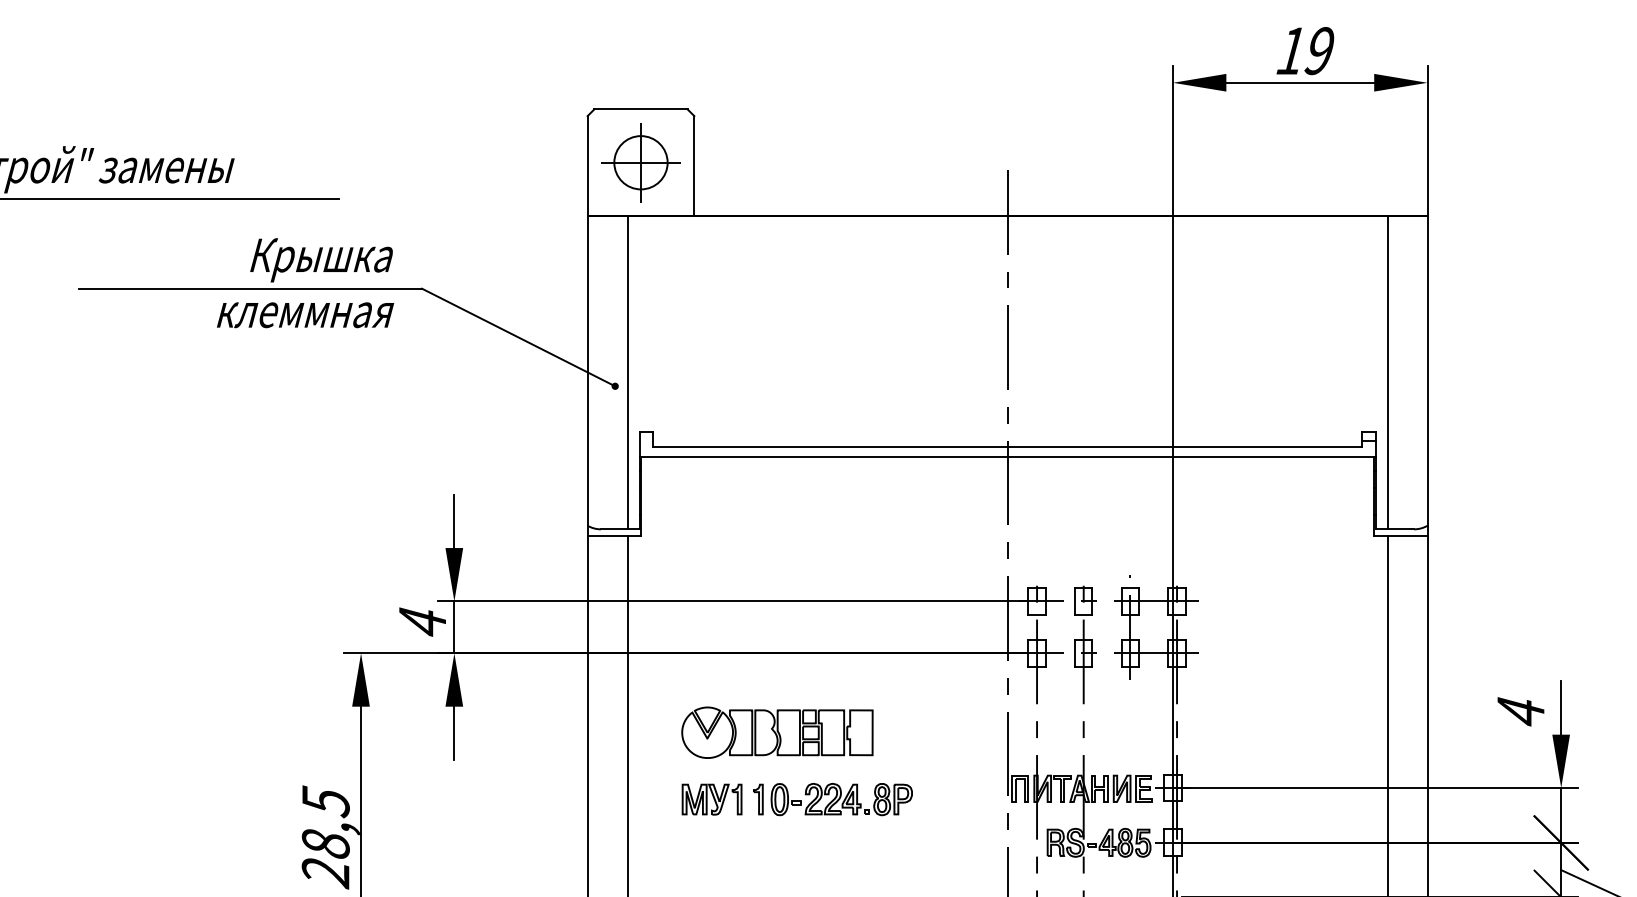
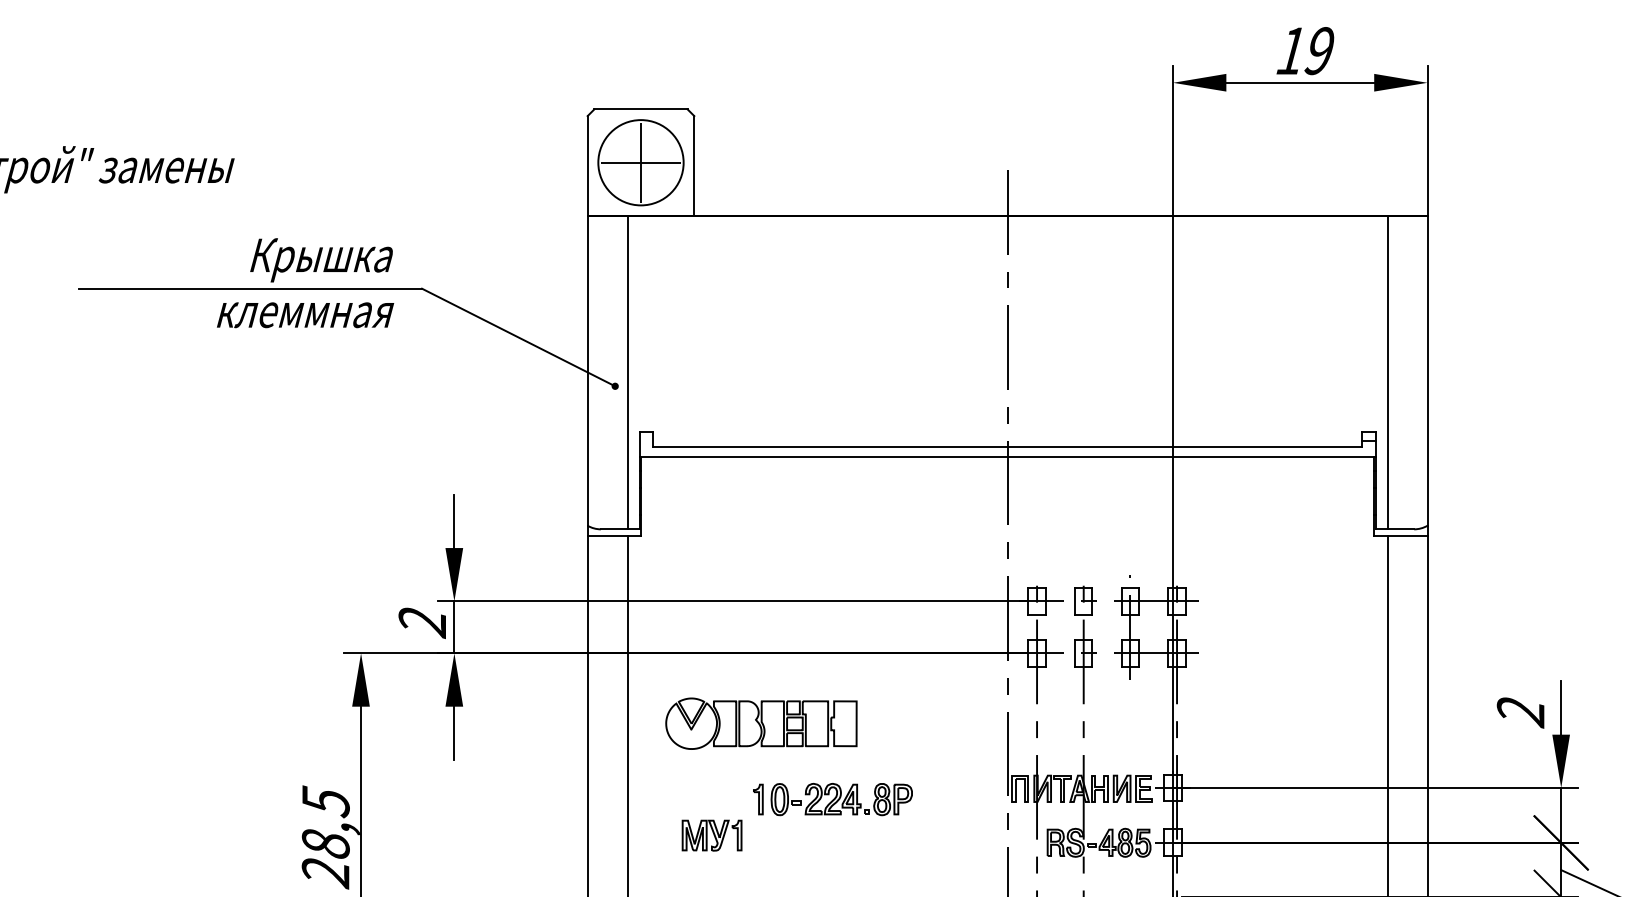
circle at (640, 162) diameter: 53 px -> 85 px
line at (170, 198): present -> none
text at (421, 623): 4 -> 2
text at (1520, 712): 4 -> 2
part at (777, 732) position: (777, 732) -> (761, 723)
part at (711, 799) position: (711, 799) -> (711, 835)
